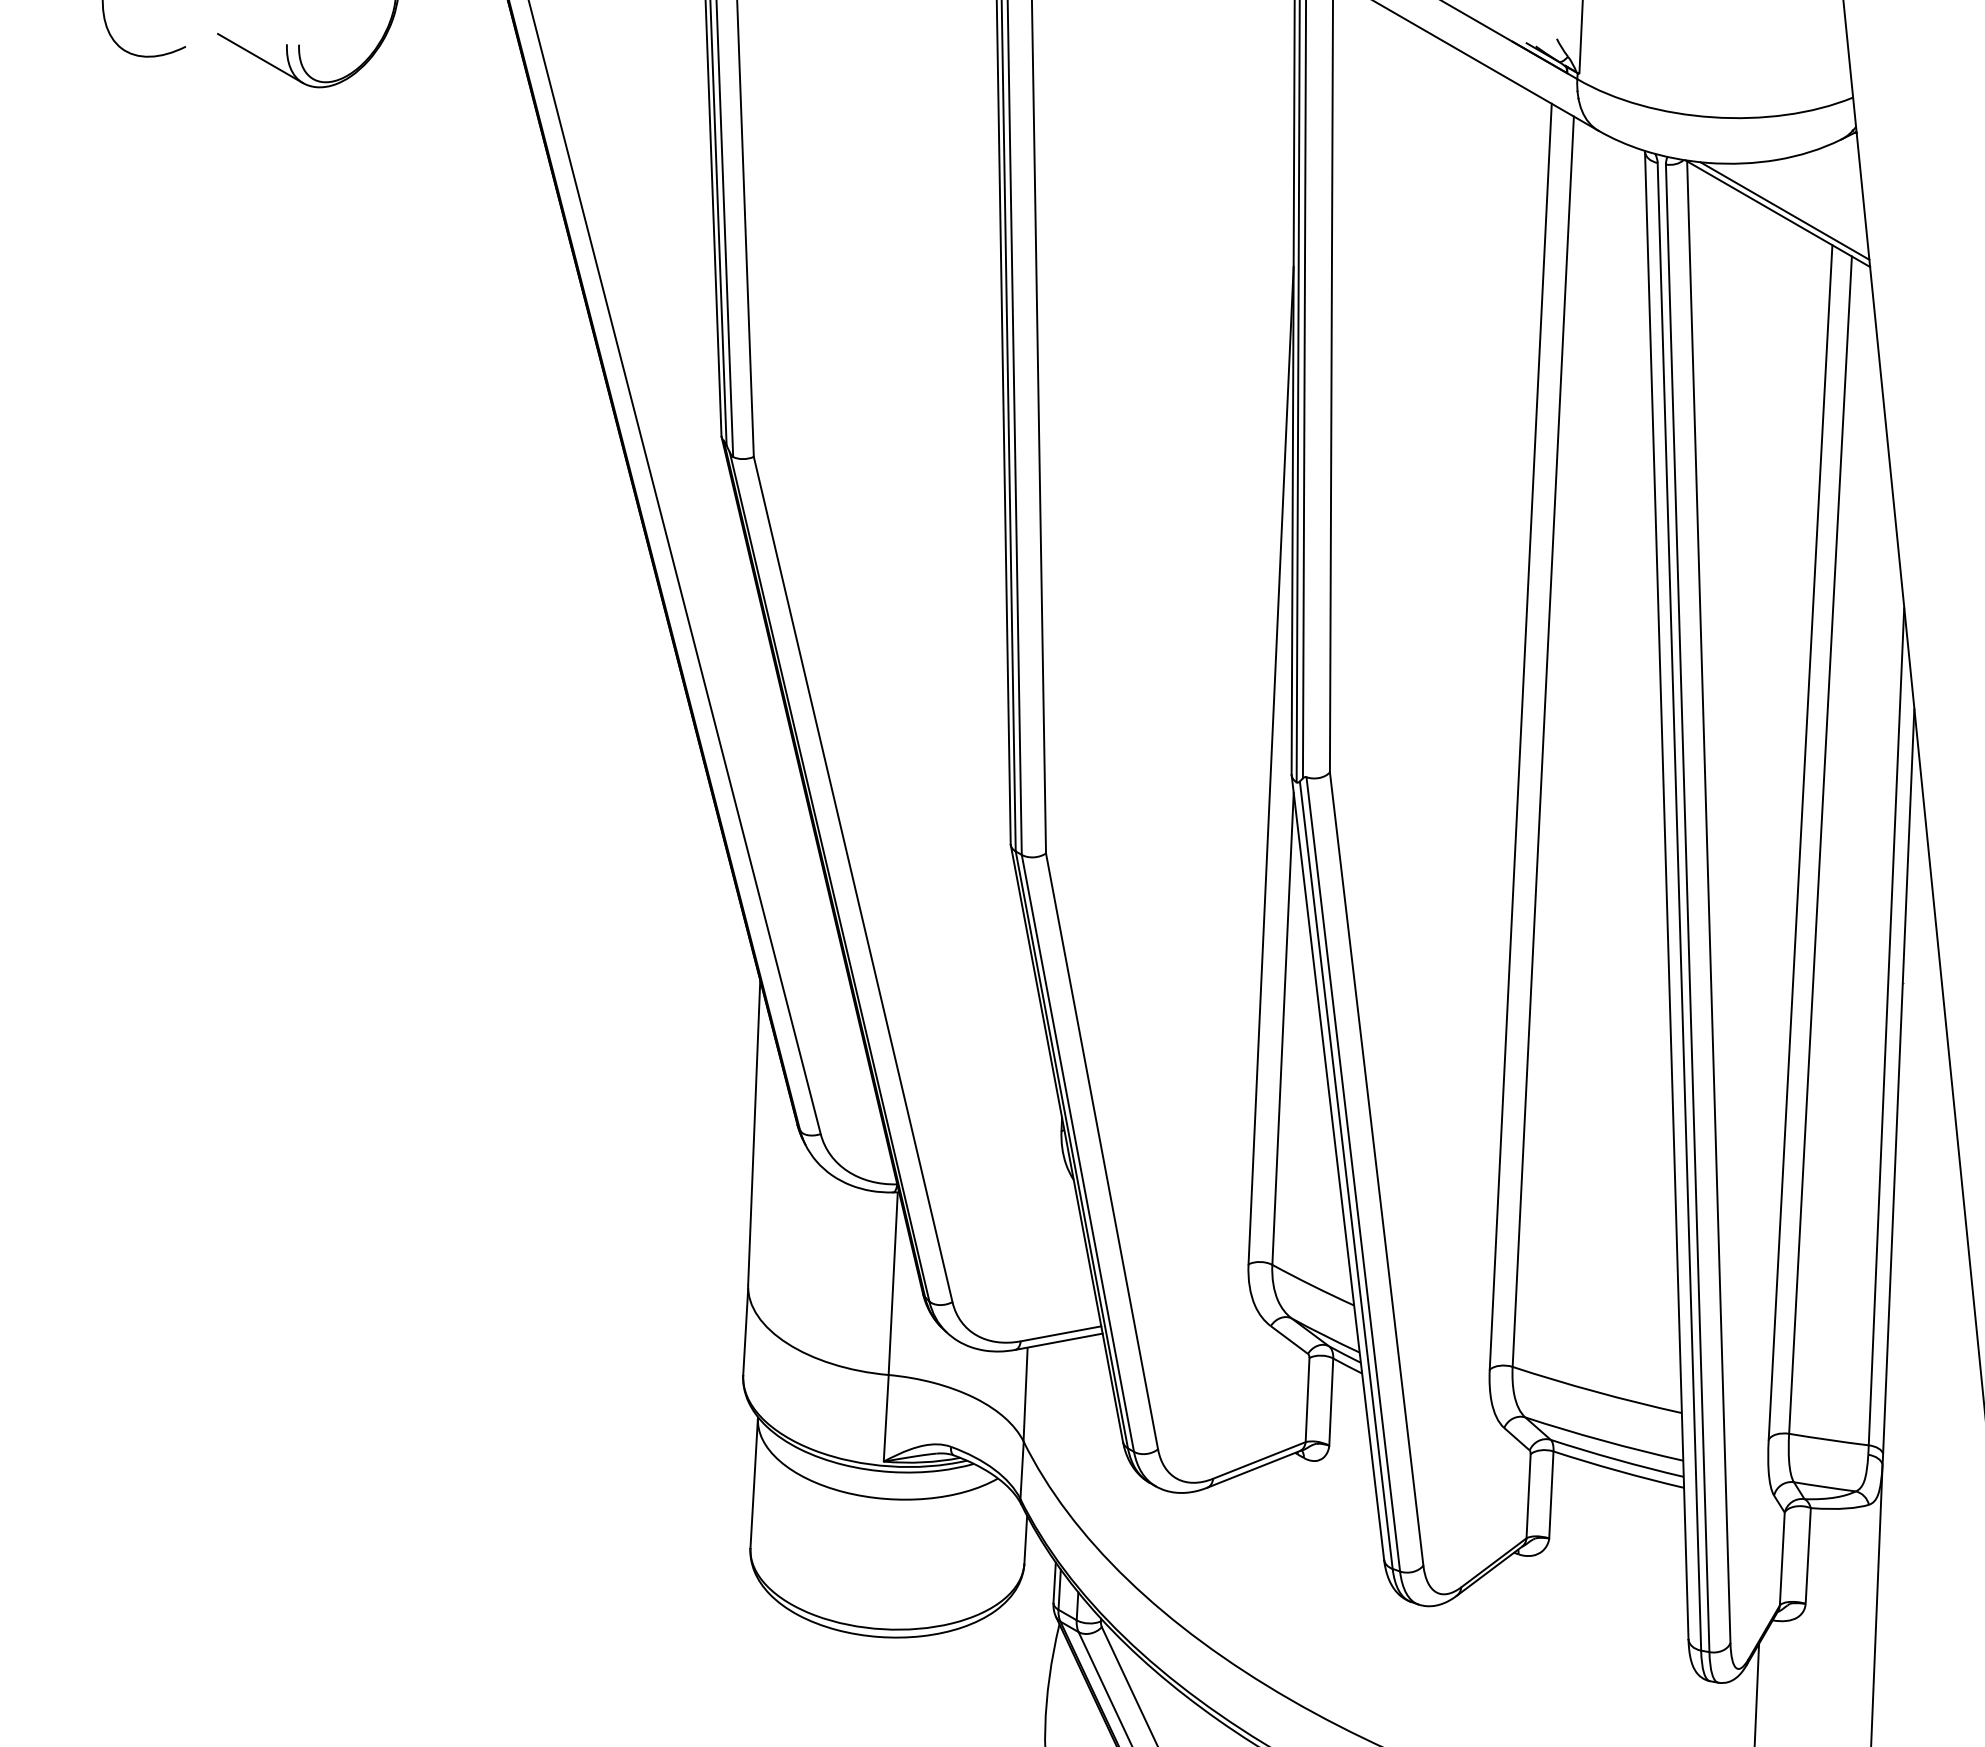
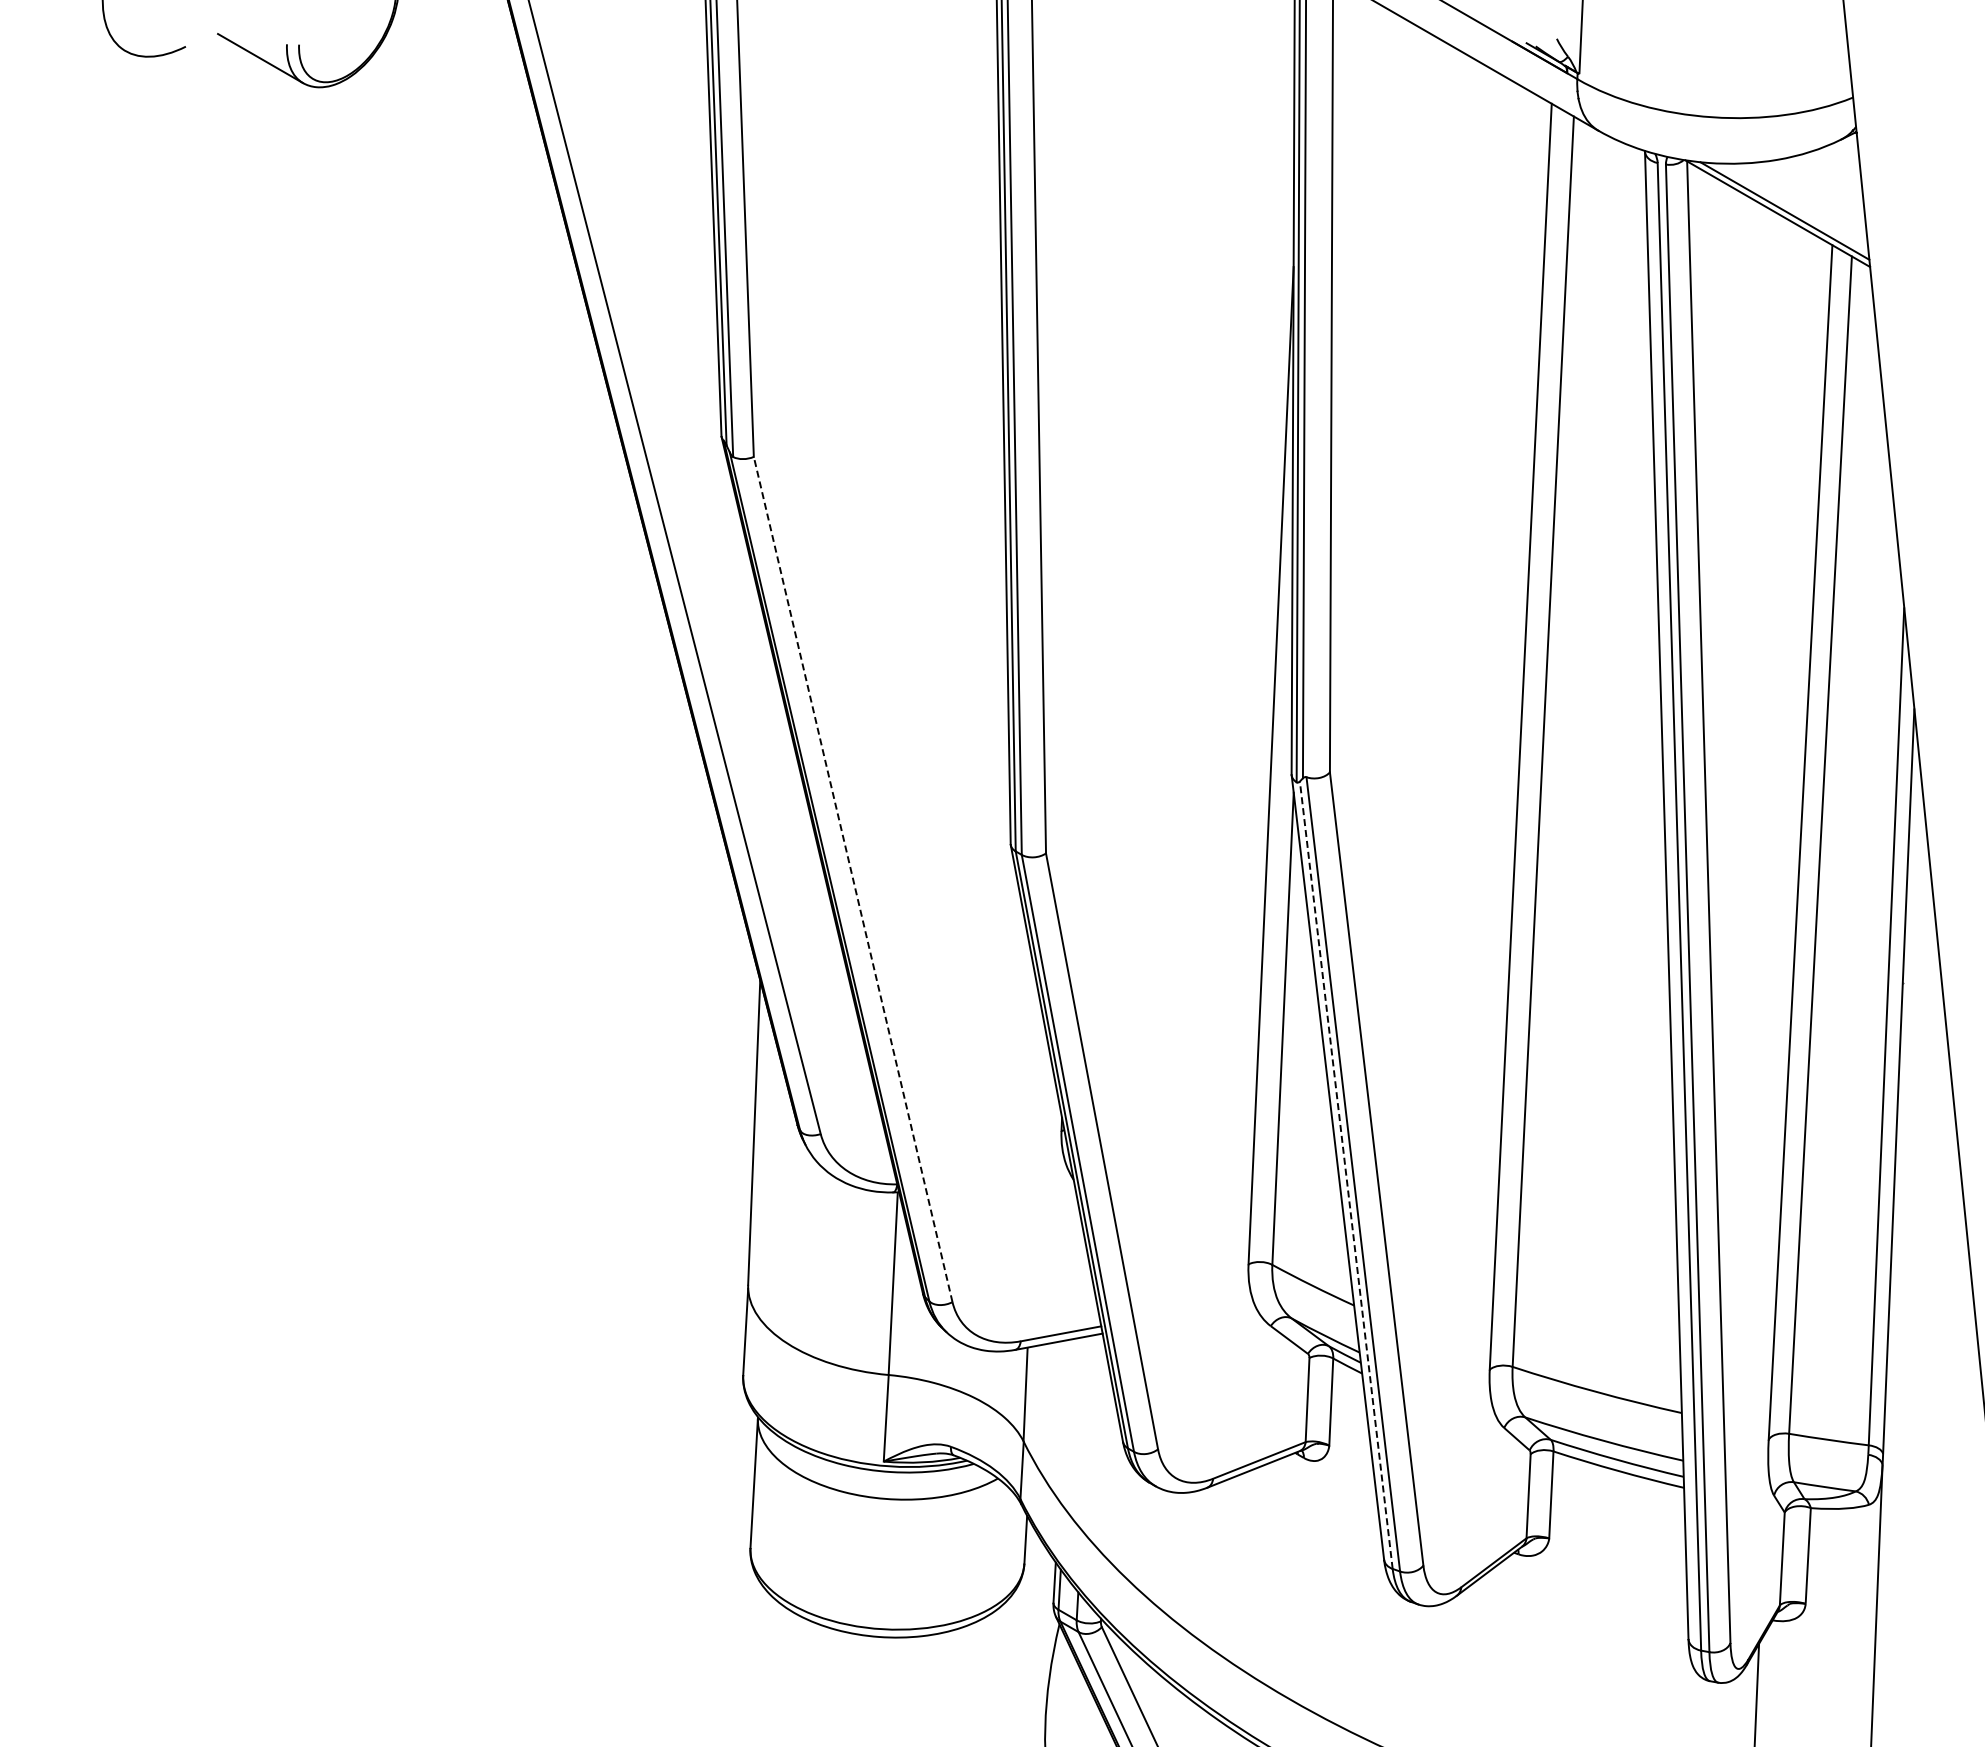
line at (853, 879): solid -> dashed
line at (1346, 1174): solid -> dashed
